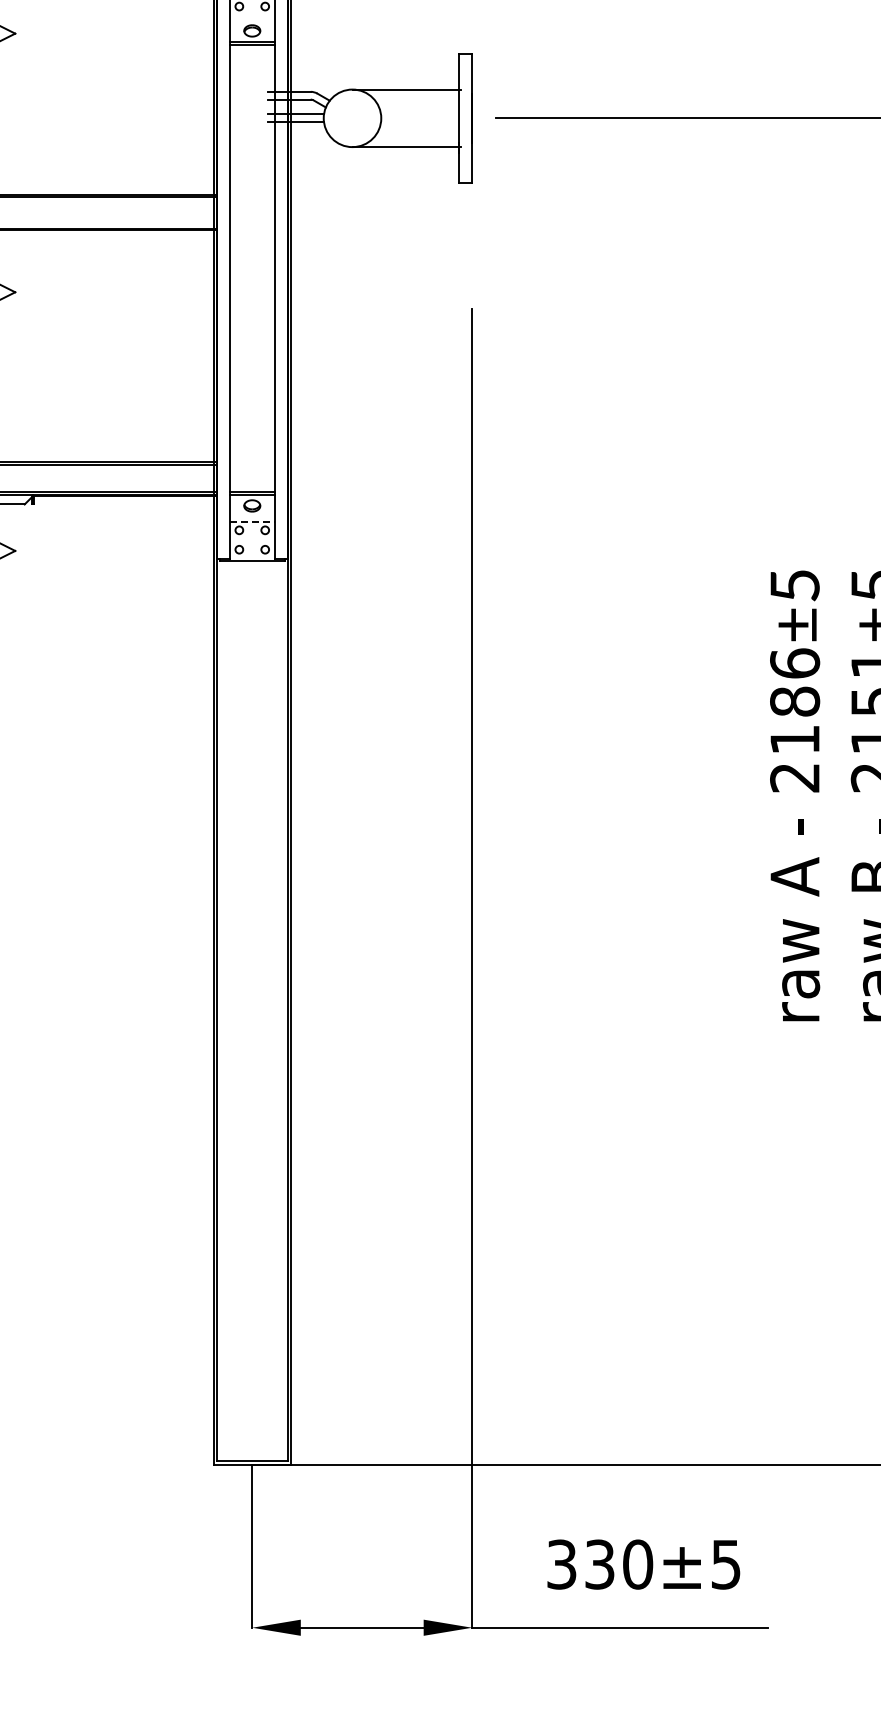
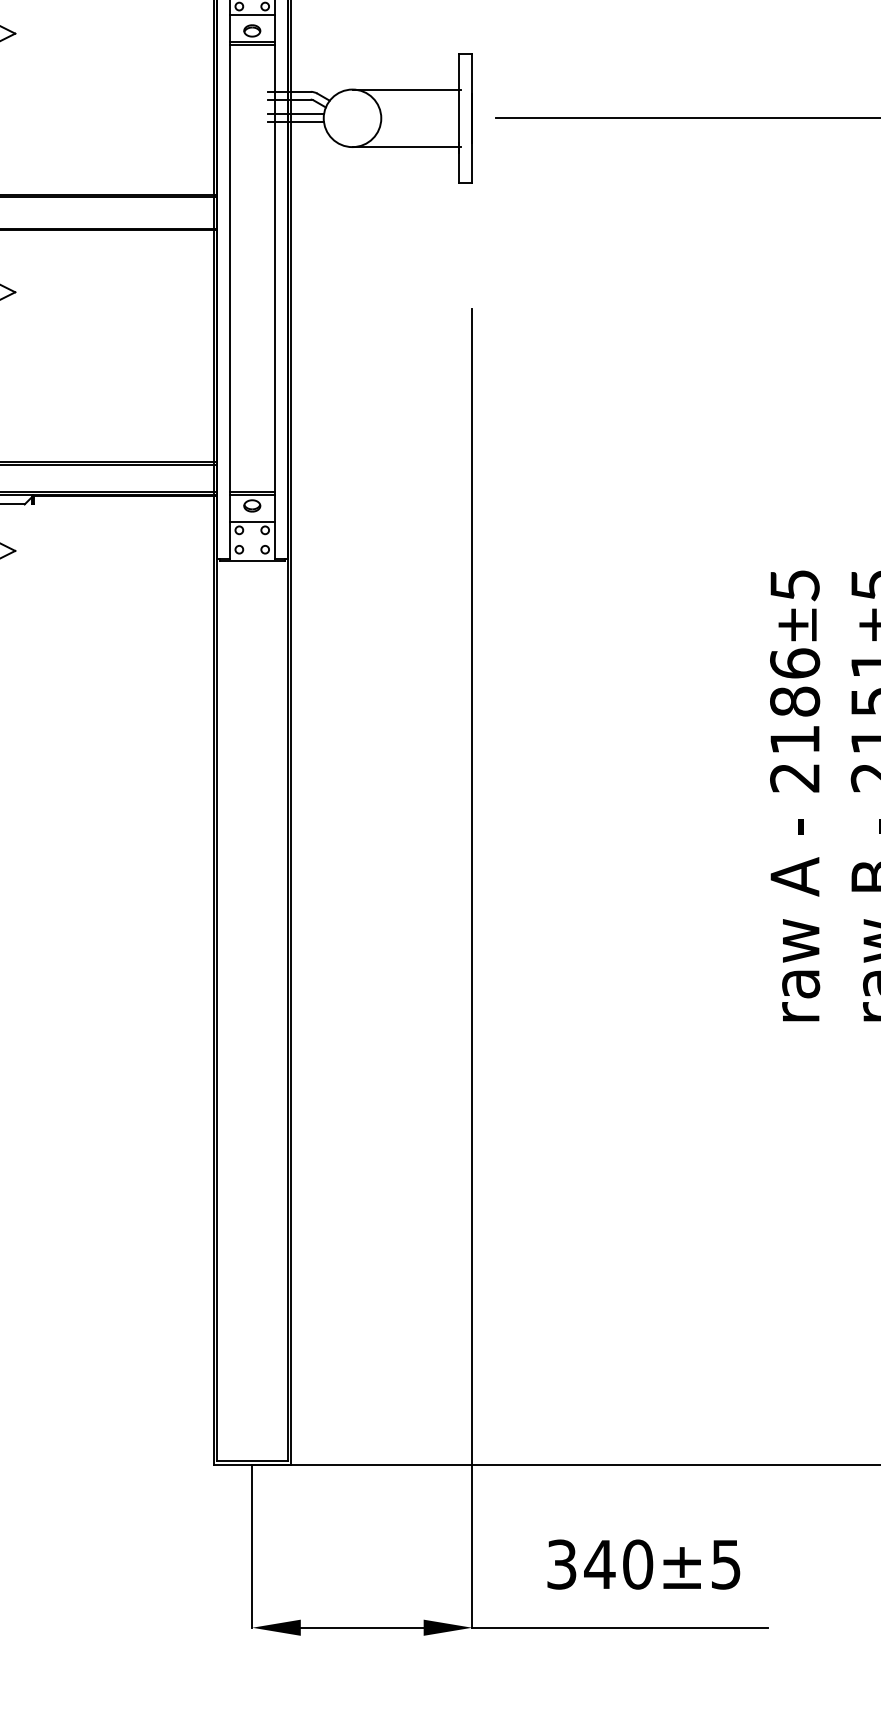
line at (251, 14): none -> present
line at (252, 521): dashed -> solid
text at (599, 1564): 330±5 -> 340±5
